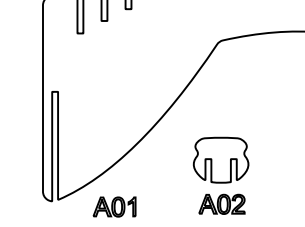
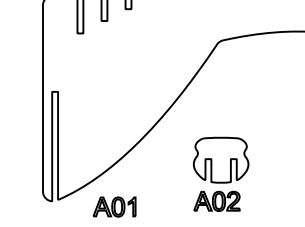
part at (221, 203) position: (221, 203) -> (216, 200)
